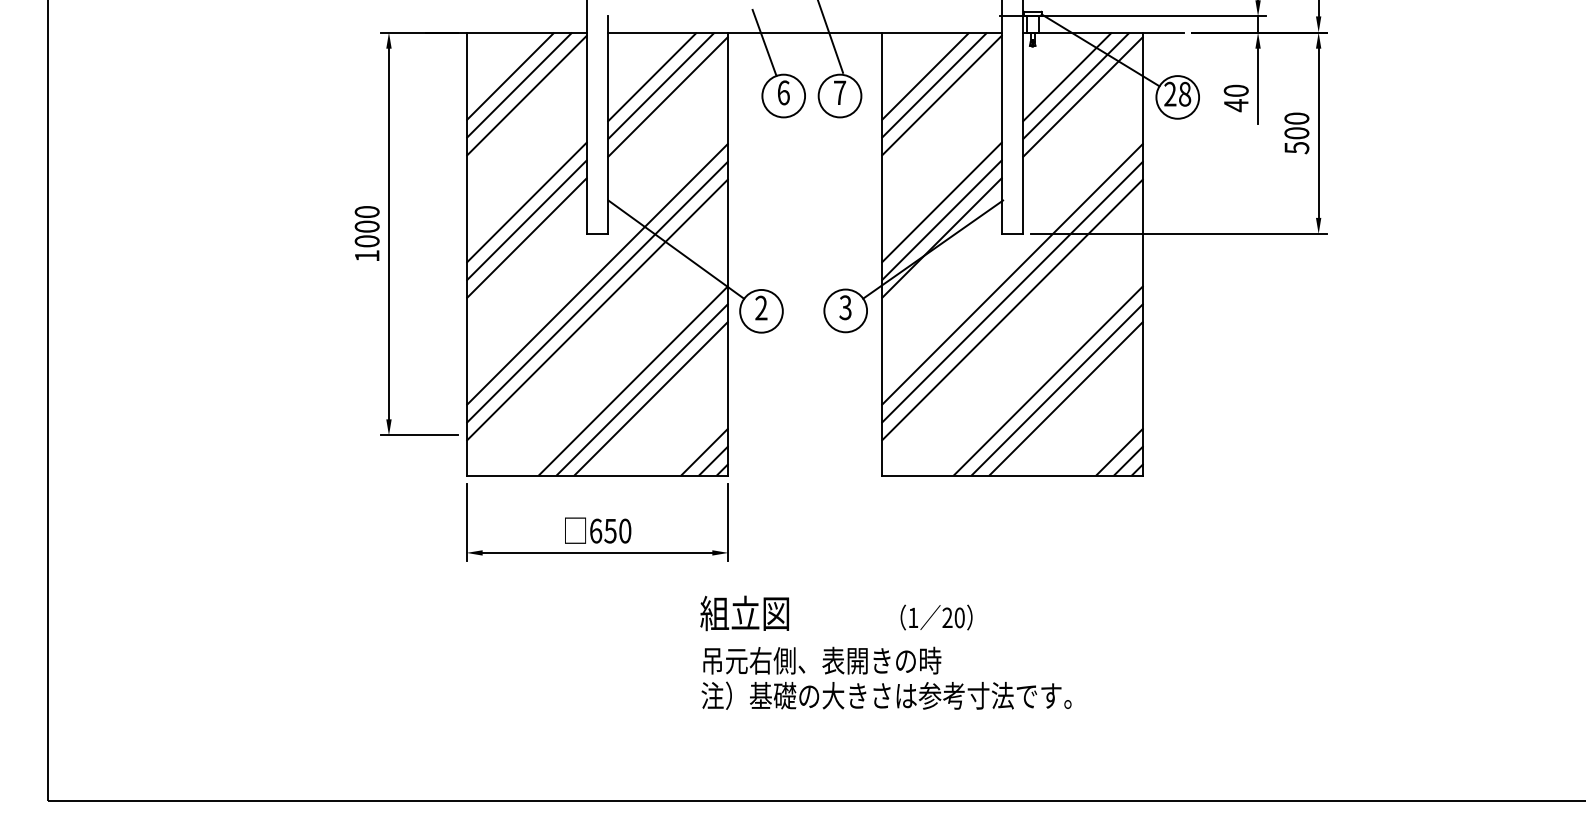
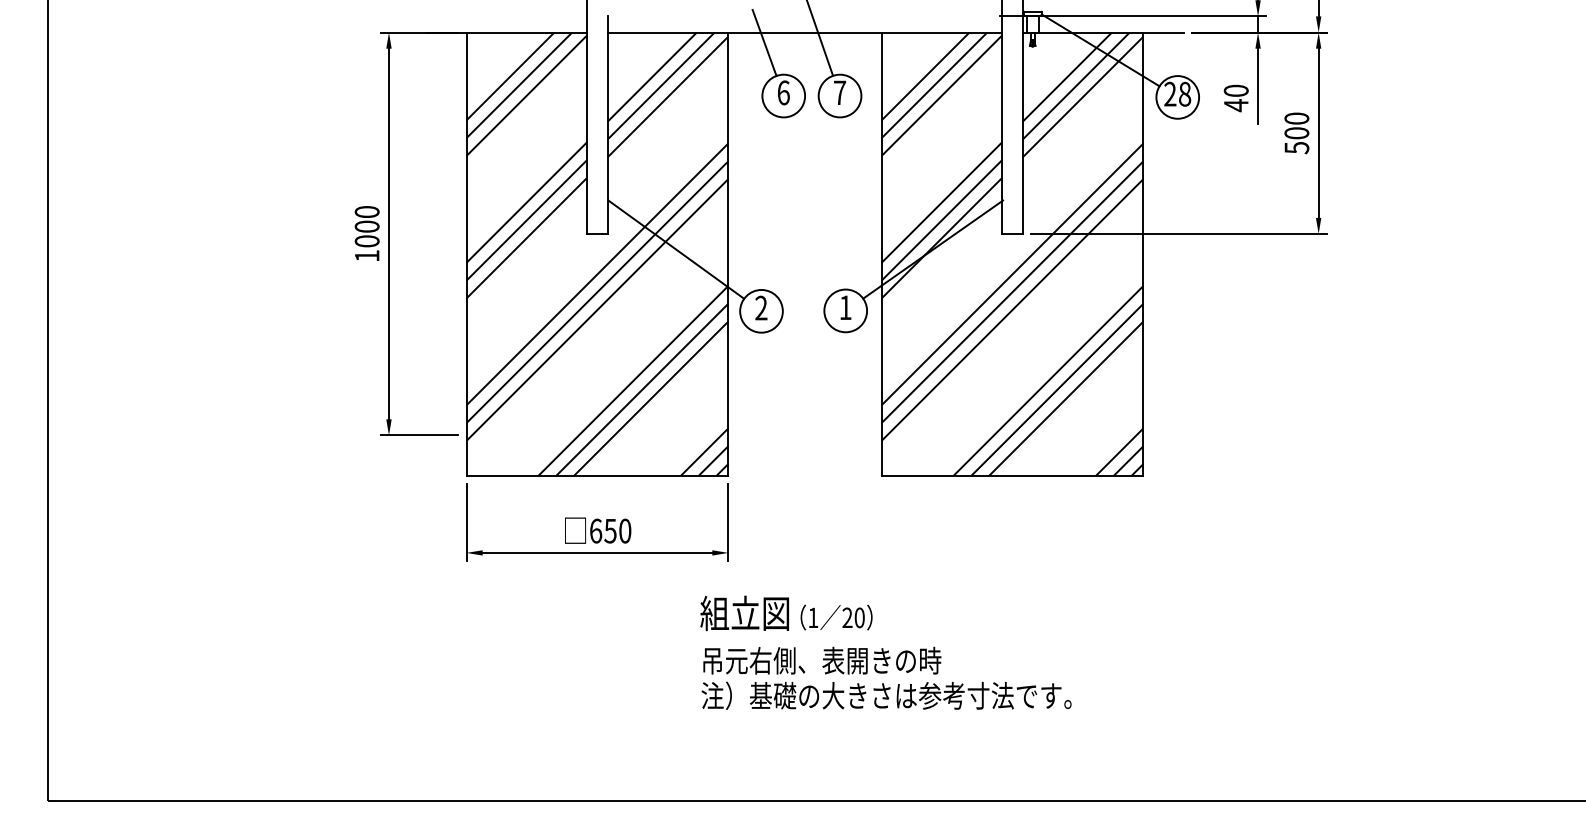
line at (830, 37) position: (830, 37) -> (820, 38)
text at (845, 307): 3 -> 1
text at (936, 617) position: (936, 617) -> (836, 617)
